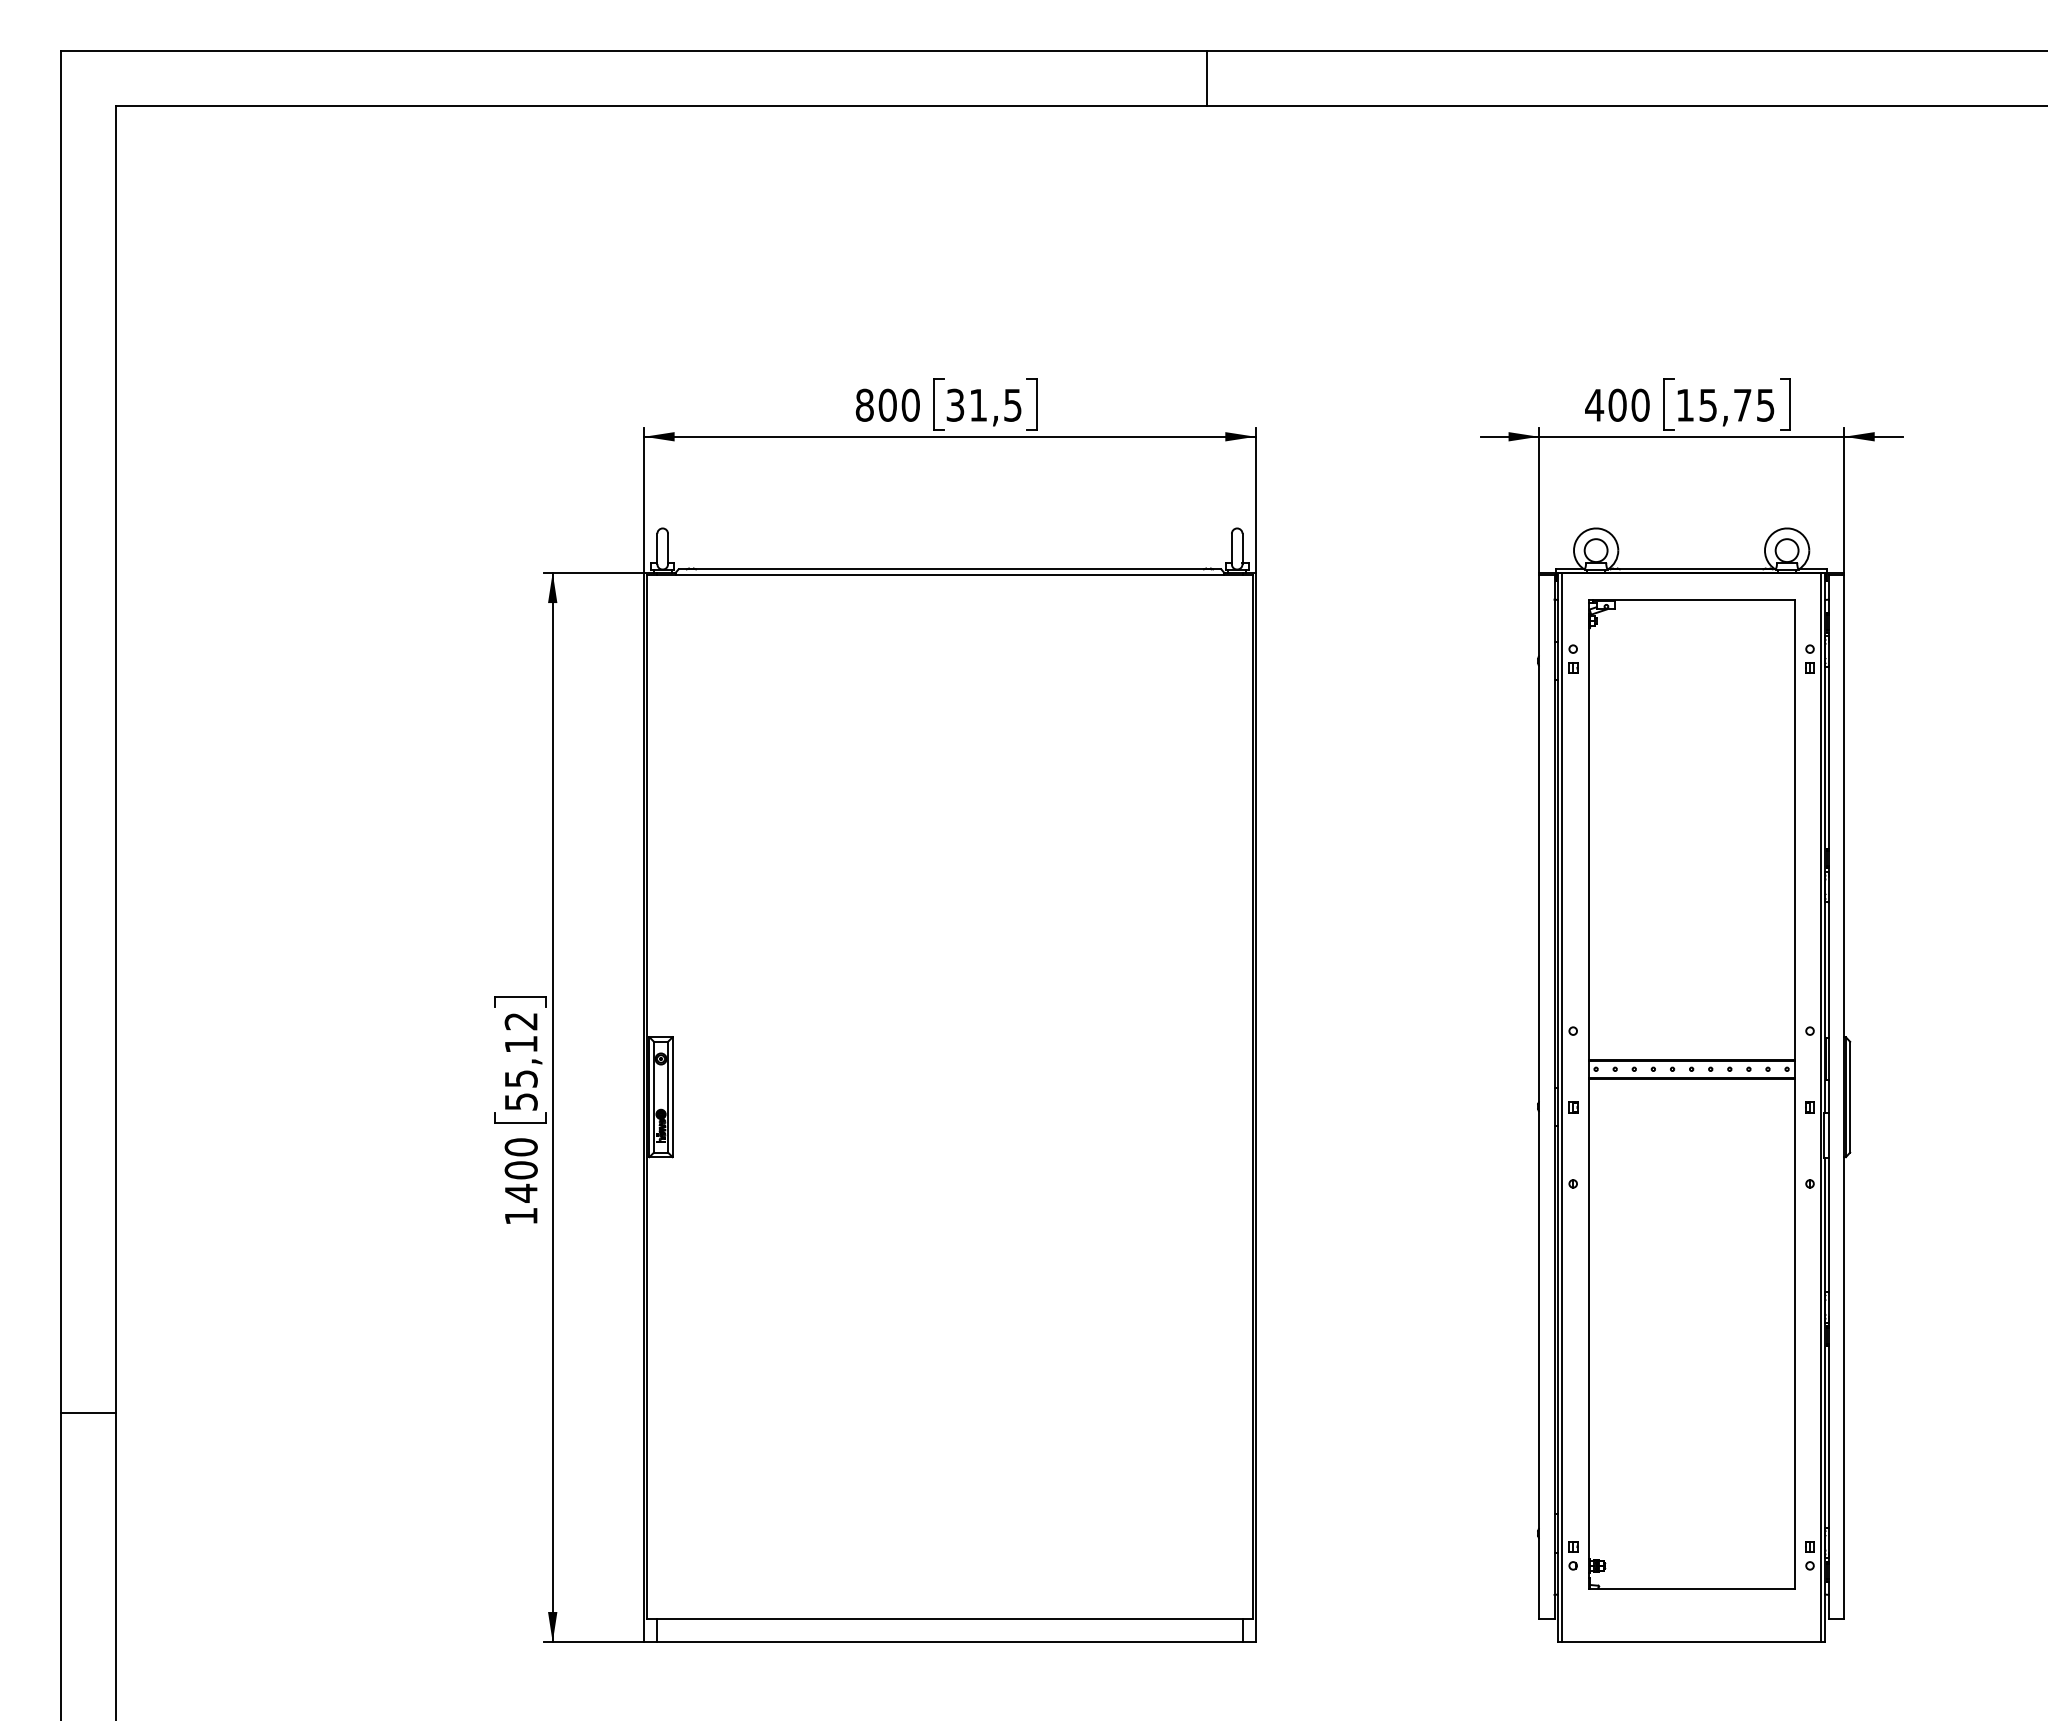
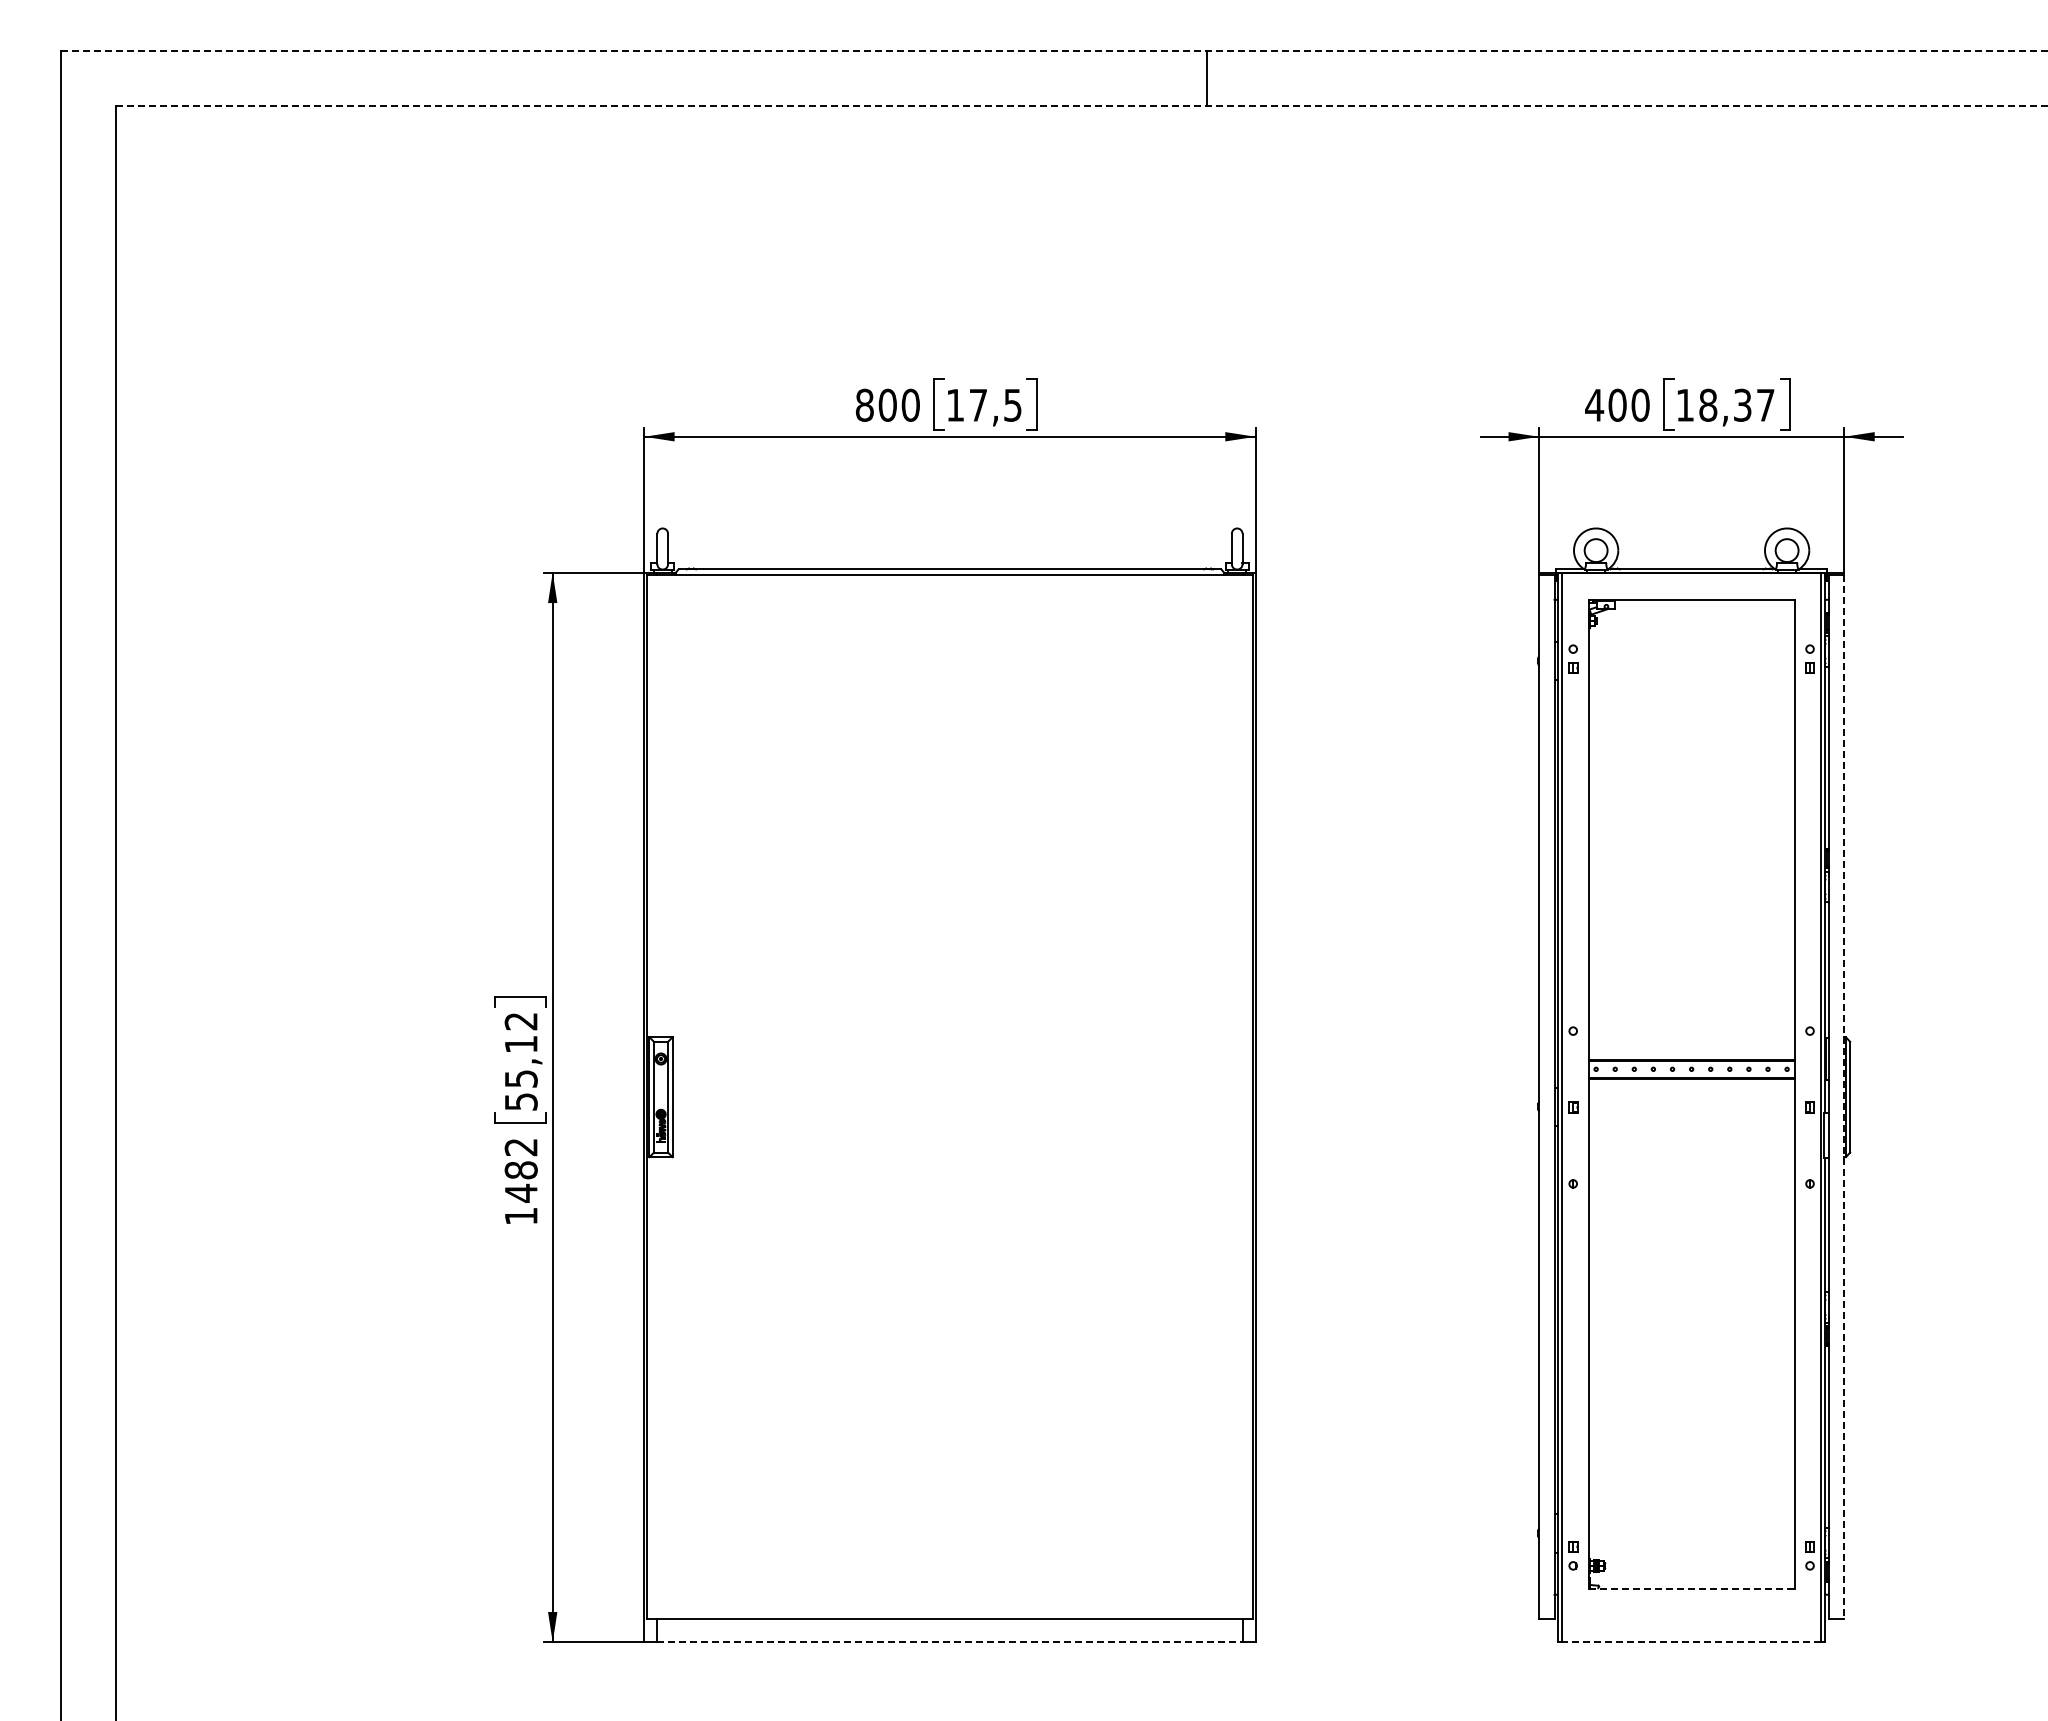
line at (1054, 51): solid -> dashed
line at (1082, 106): solid -> dashed
text at (966, 404): 31,5 -> 17,5
text at (1736, 404): 15,75 -> 18,37
line at (1844, 1097): solid -> dashed
text at (520, 1158): 1400 -> 1482
line at (88, 1412): present -> none
line at (1692, 1588): solid -> dashed
line at (950, 1642): solid -> dashed
line at (1691, 1642): solid -> dashed
